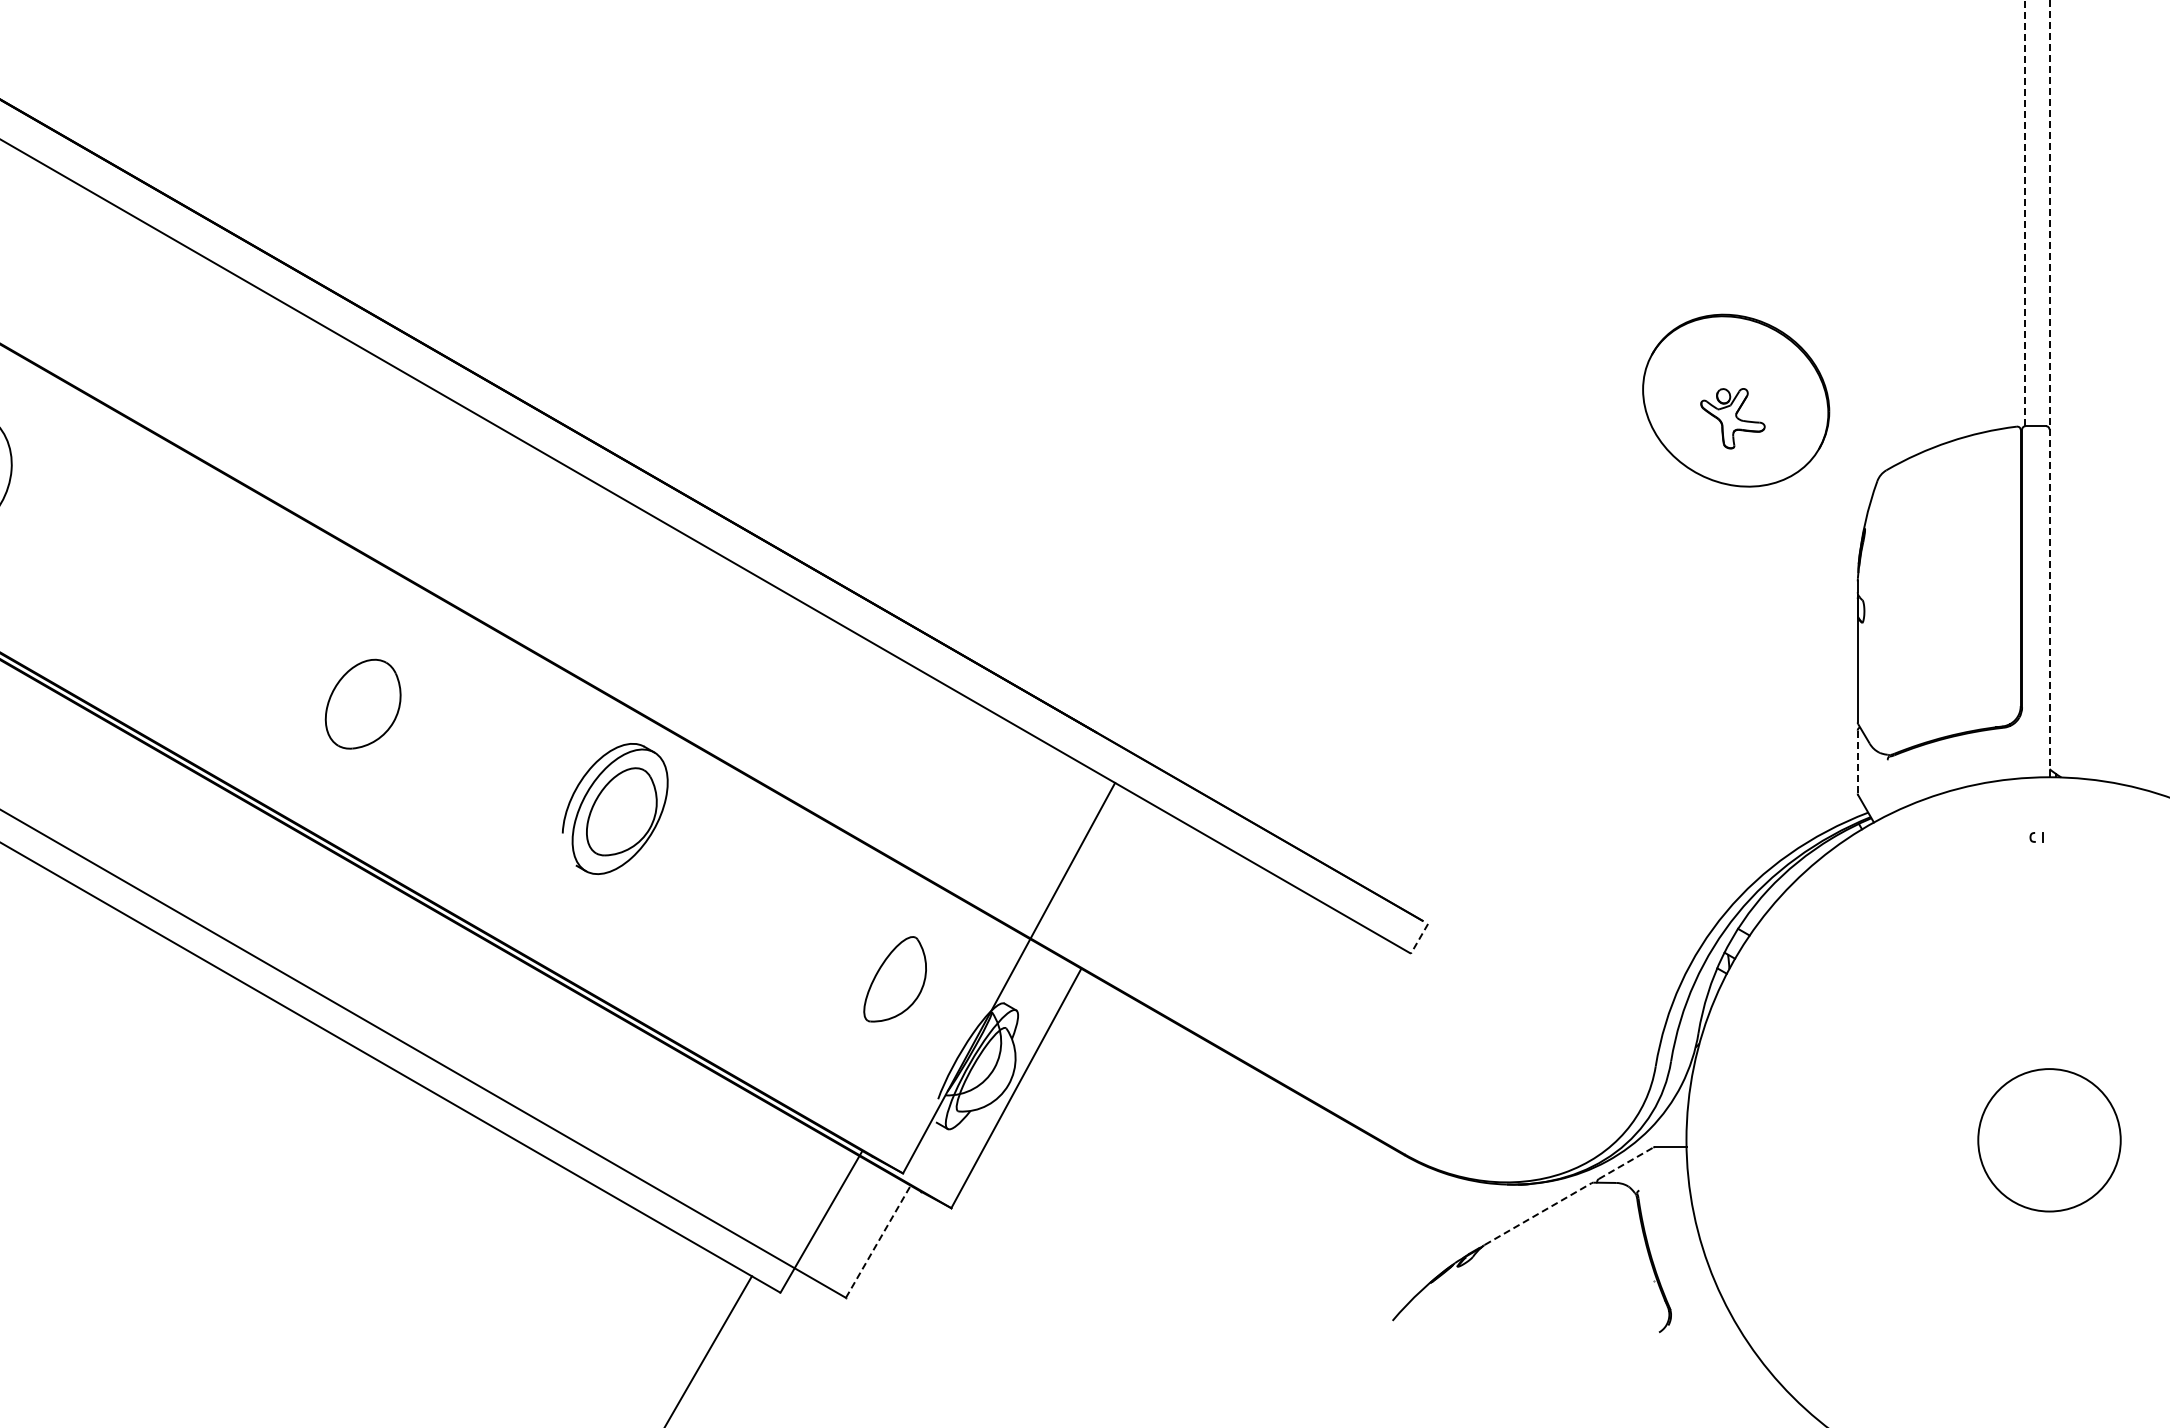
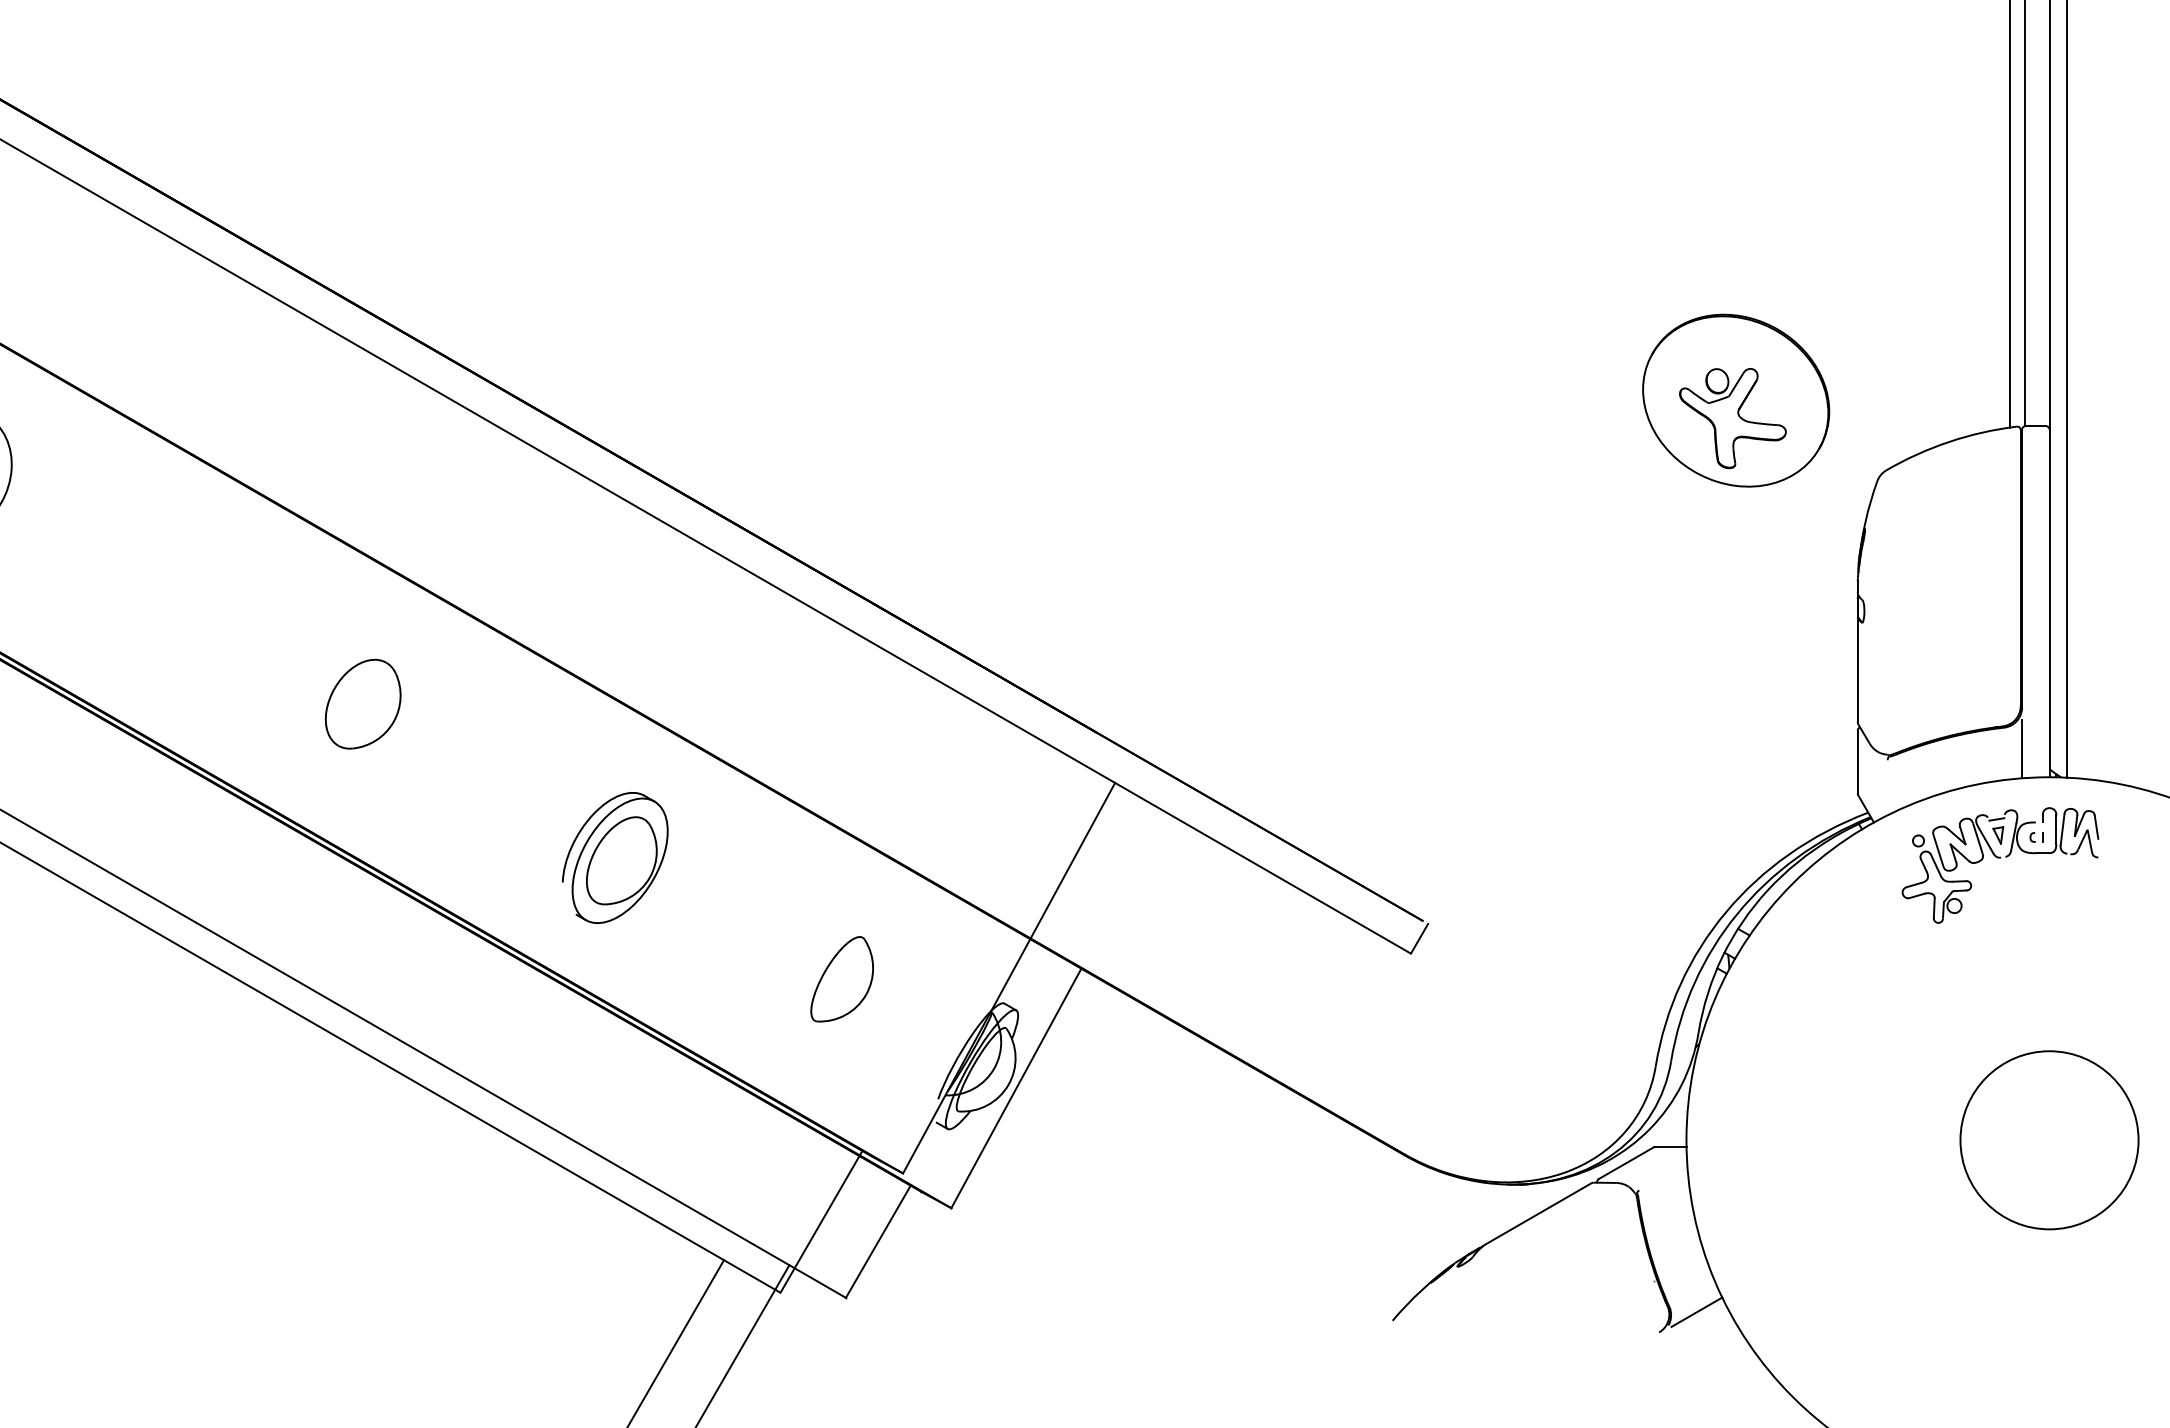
line at (2025, 213): dashed -> solid
line at (2009, 214): none -> present
line at (2049, 388): dashed -> solid
line at (2066, 389): none -> present
part at (1732, 418) size: 66x62 px -> 108x102 px
line at (2022, 748): none -> present
line at (1857, 762): dashed -> solid
part at (614, 808) position: (614, 808) -> (614, 857)
part at (2000, 858): none -> present
line at (1419, 939): dashed -> solid
part at (894, 979) position: (894, 979) -> (841, 979)
circle at (2049, 1140) diameter: 142 px -> 178 px
line at (1626, 1163): dashed -> solid
line at (1538, 1213): dashed -> solid
line at (878, 1241): dashed -> solid
line at (1696, 1311): none -> present
line at (743, 1344): none -> present
line at (709, 1350) position: (709, 1350) -> (676, 1342)
